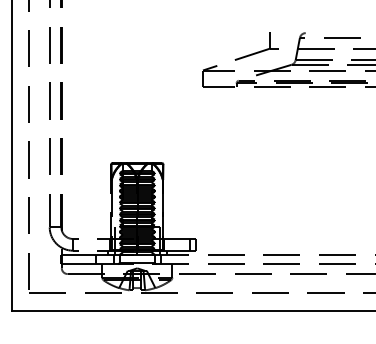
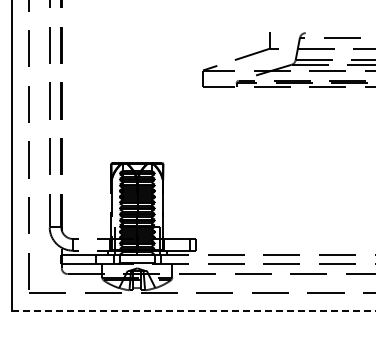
line at (193, 310): solid -> dashed
